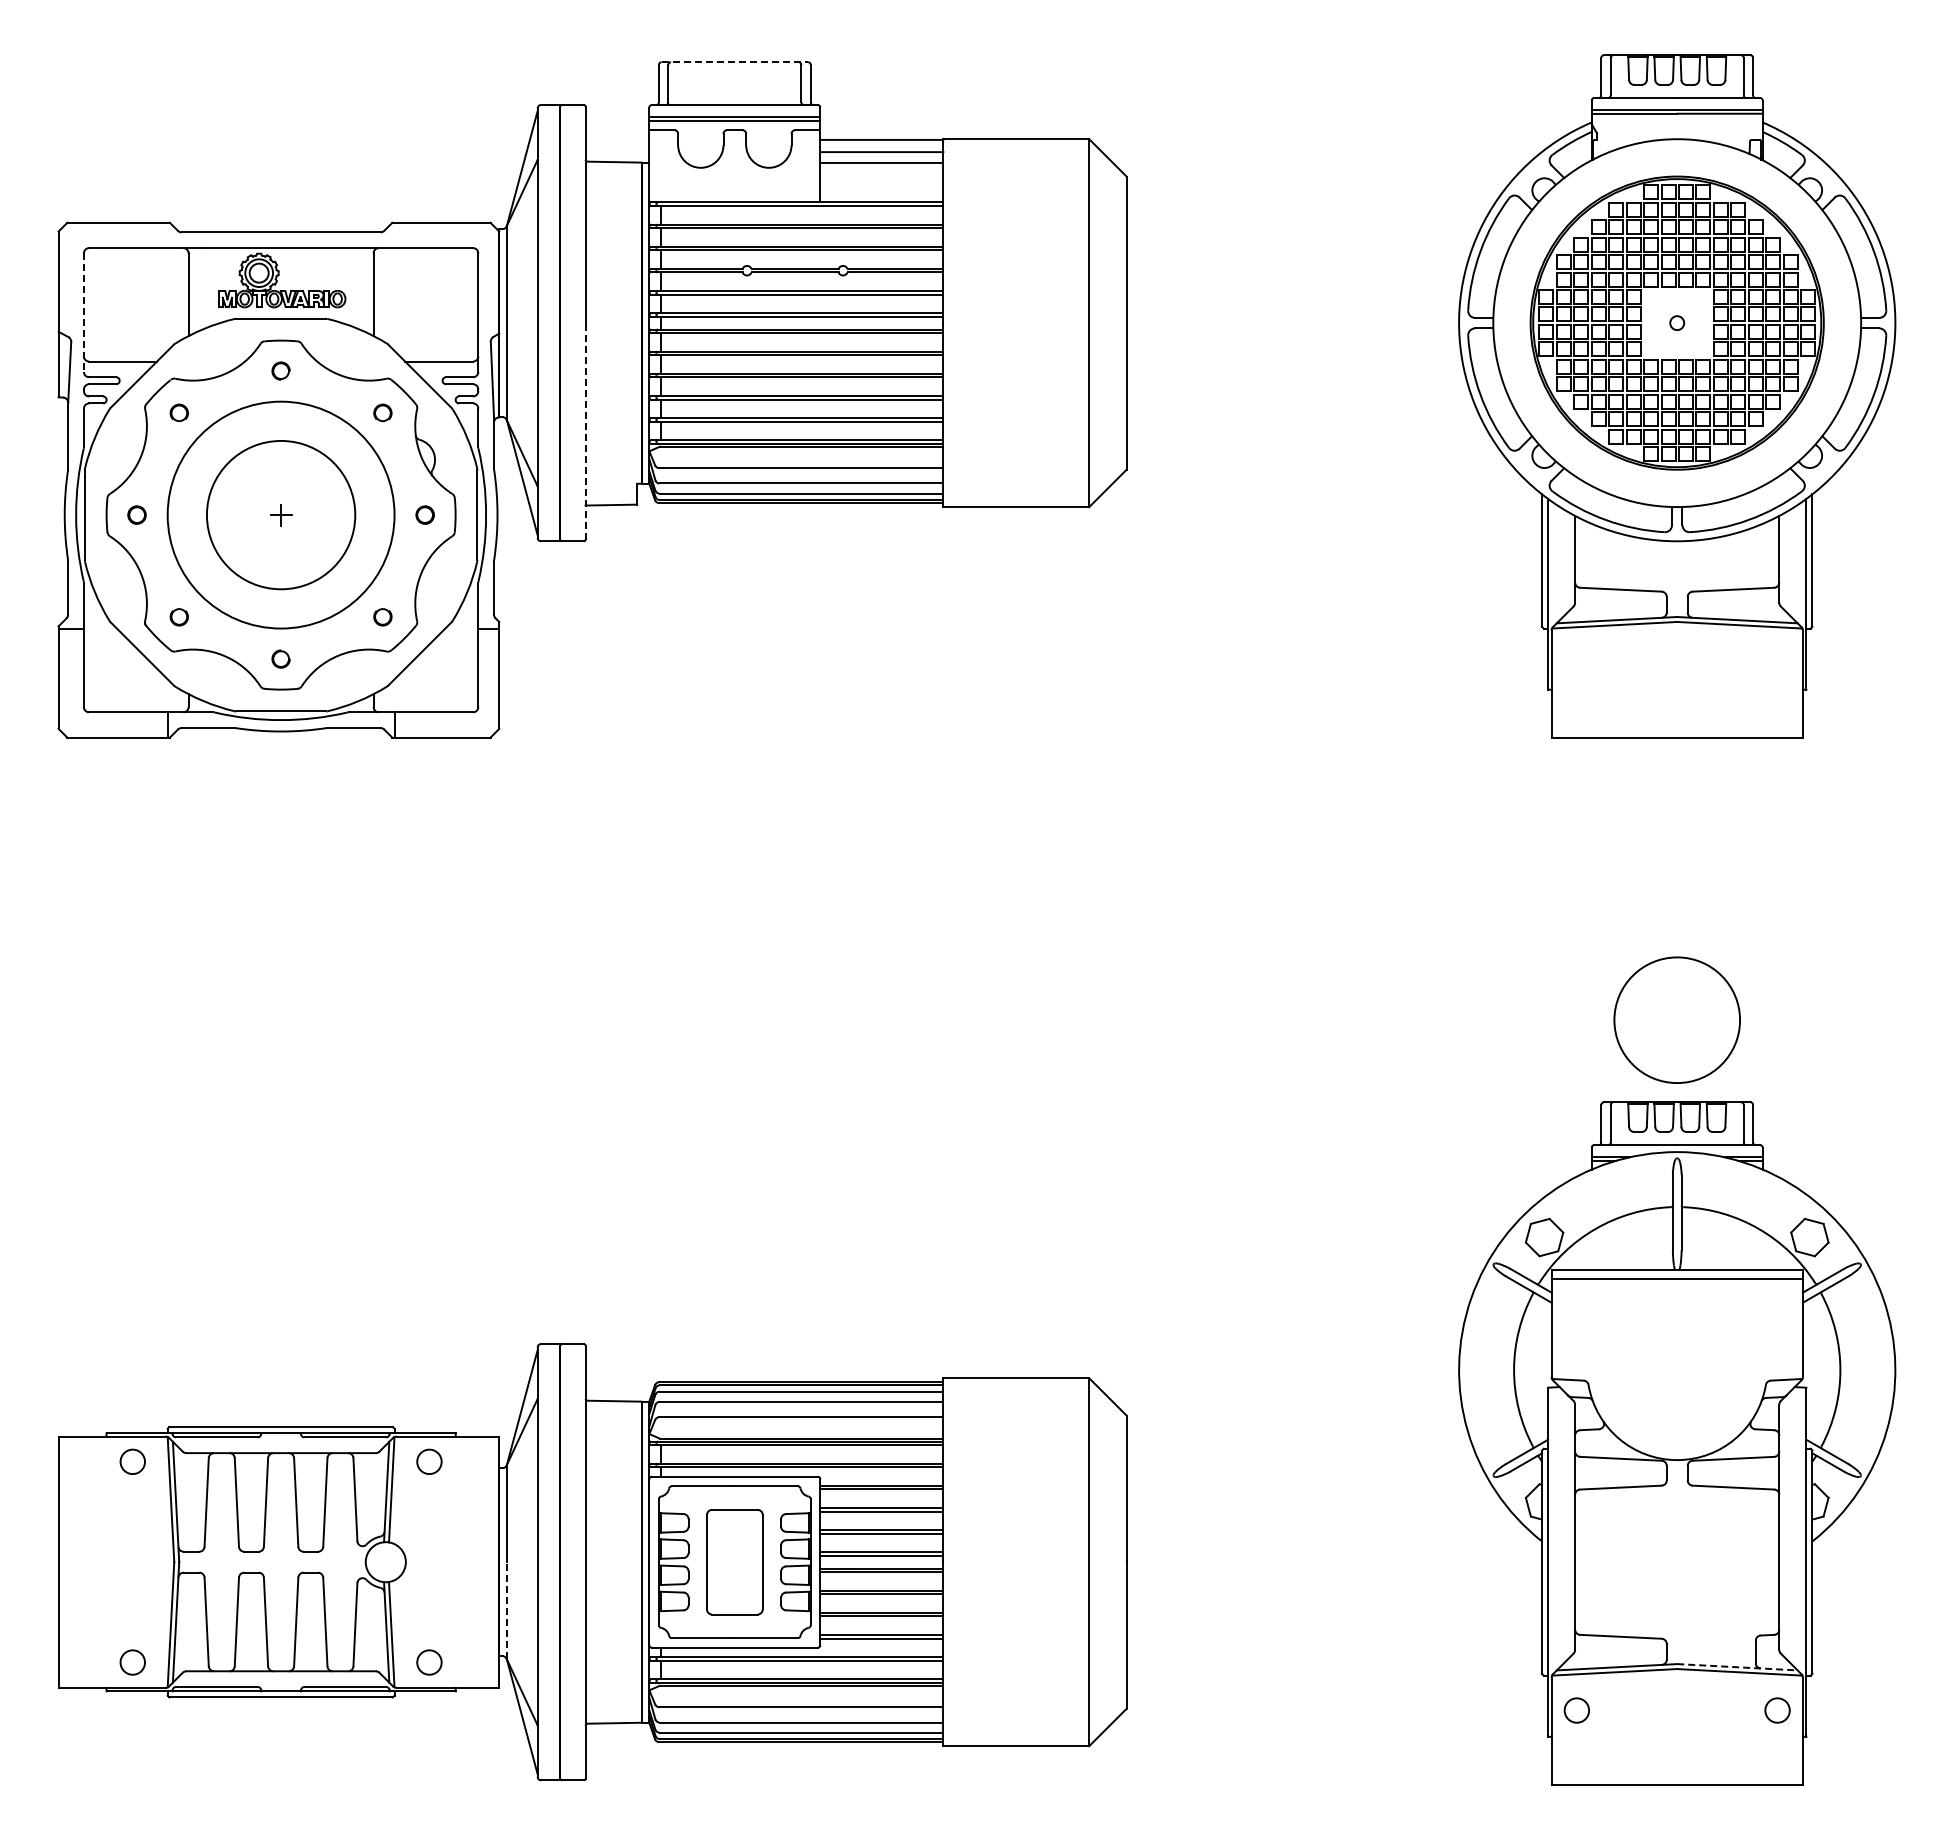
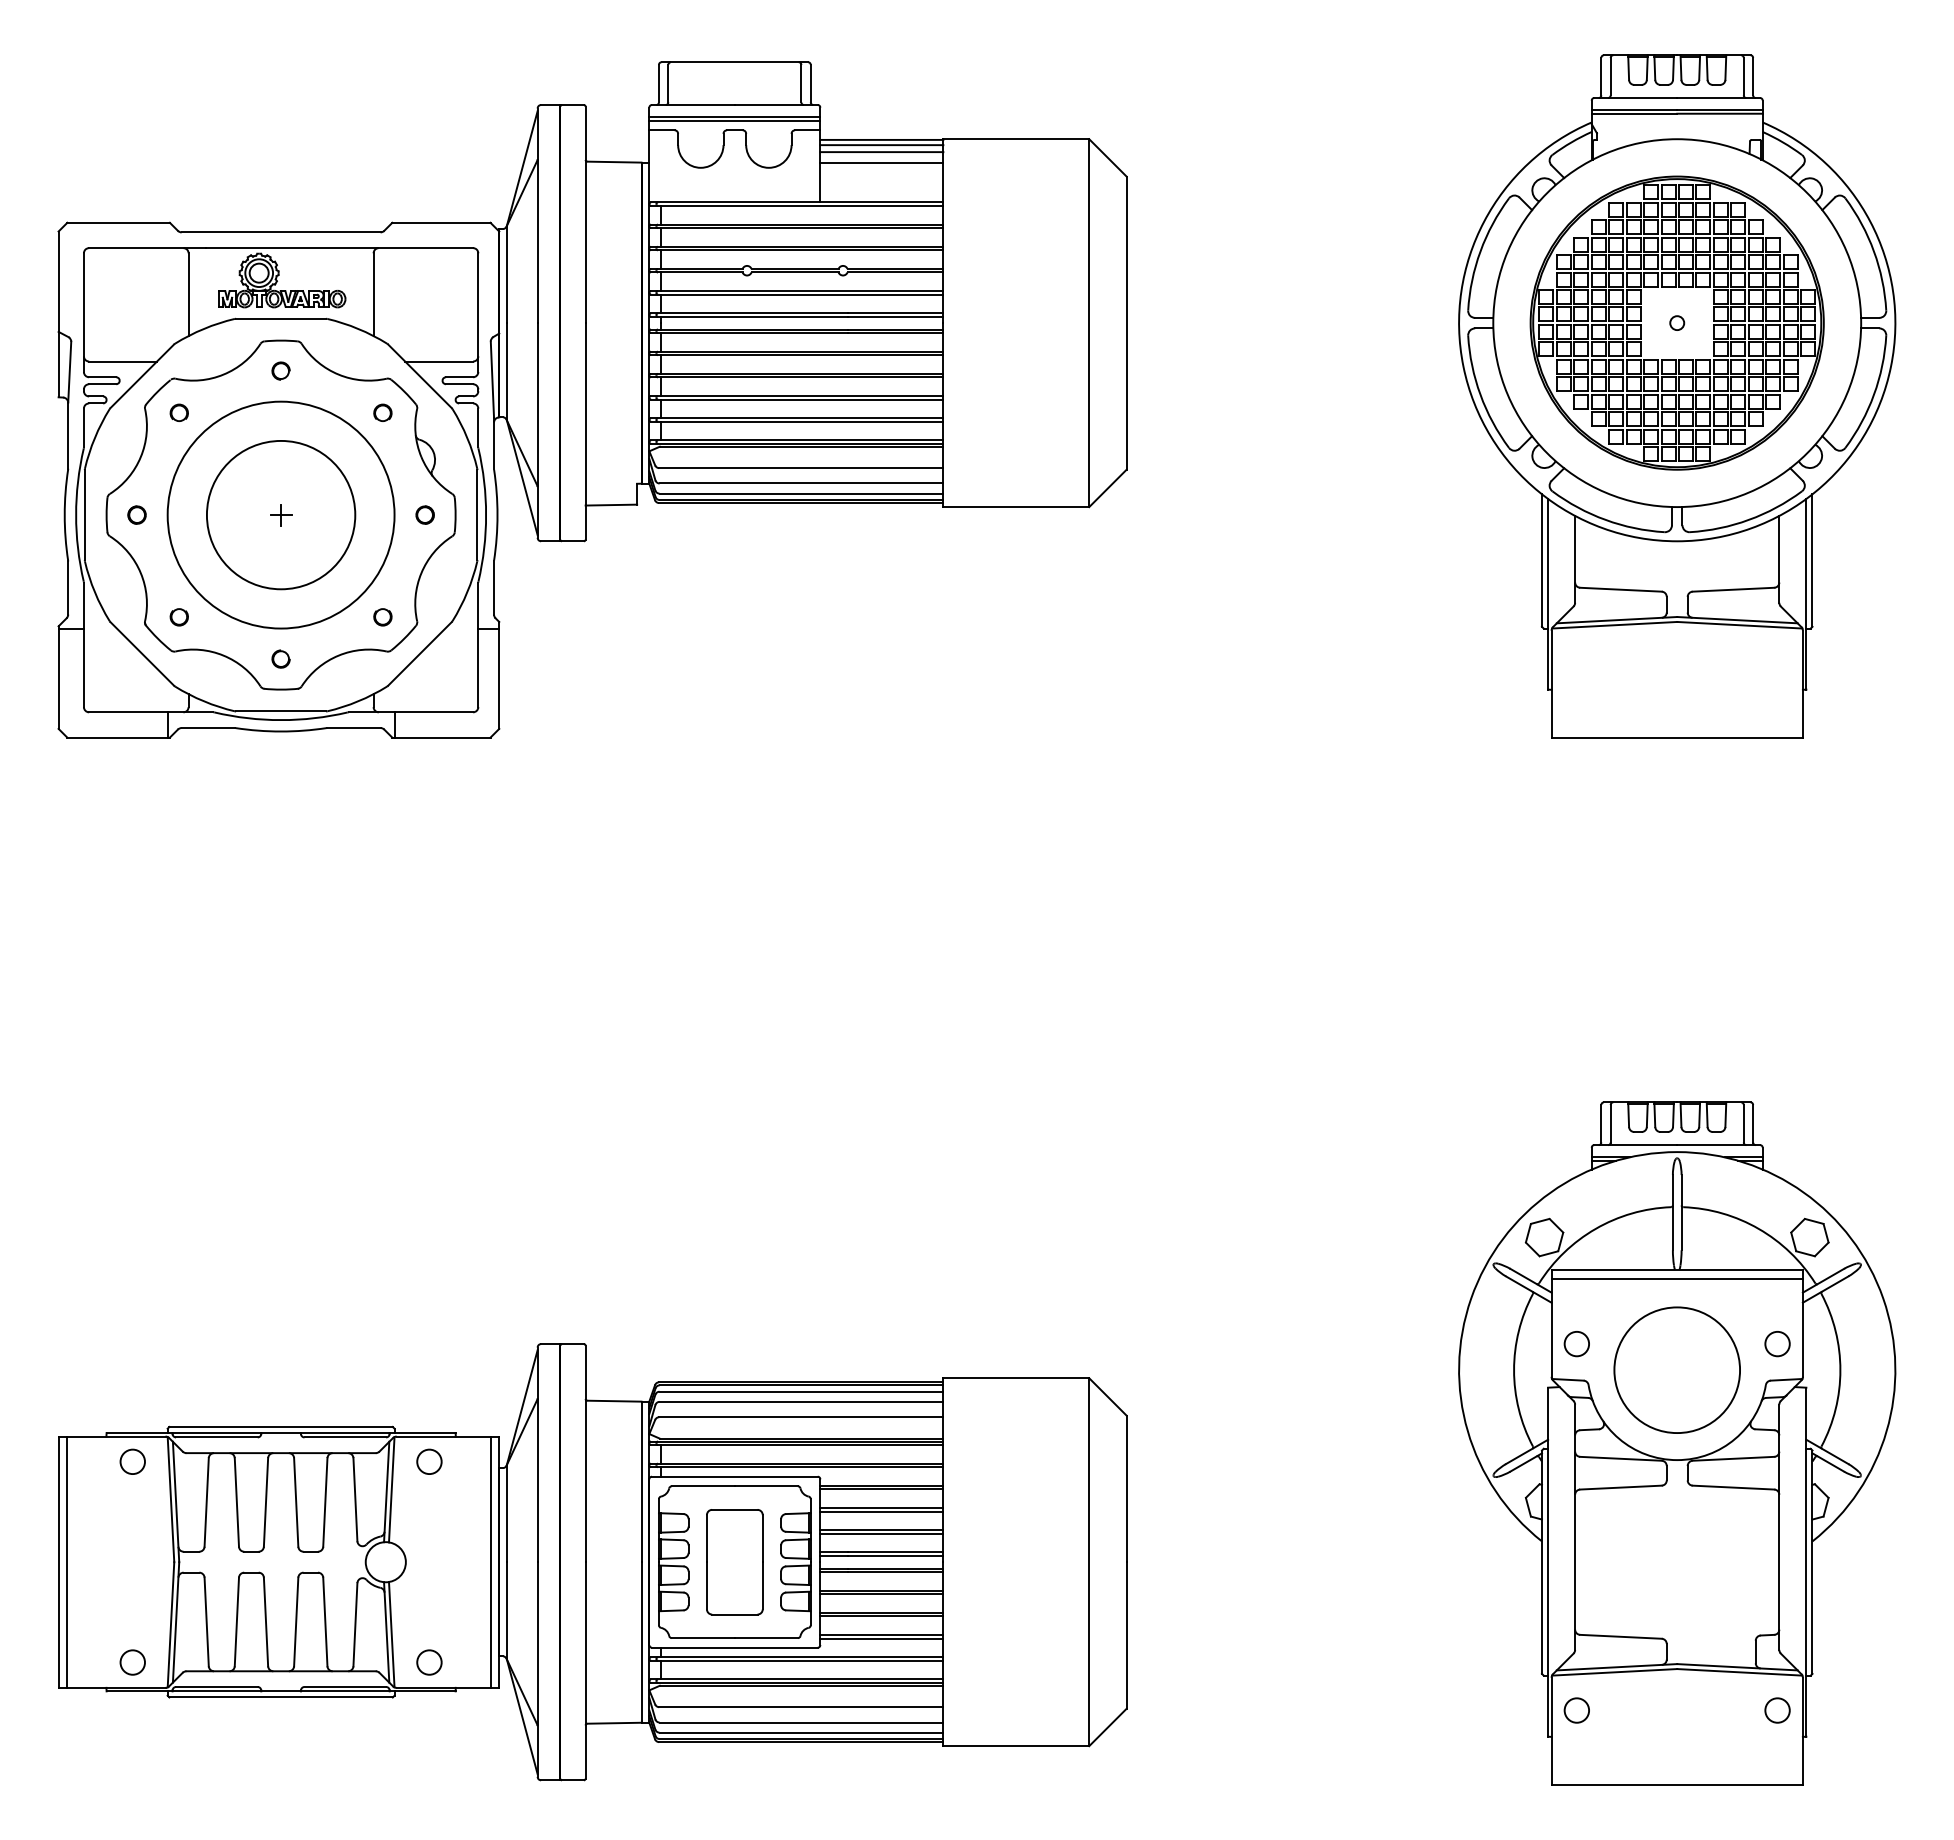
line at (735, 62): dashed -> solid
line at (881, 145): none -> present
line at (83, 313): dashed -> solid
line at (585, 430): dashed -> solid
circle at (1676, 1019) position: (1676, 1019) -> (1676, 1369)
circle at (1576, 1344): none -> present
circle at (1777, 1344): none -> present
line at (67, 1561): none -> present
line at (490, 1561): none -> present
line at (506, 1610): dashed -> solid
line at (1737, 1667): dashed -> solid
